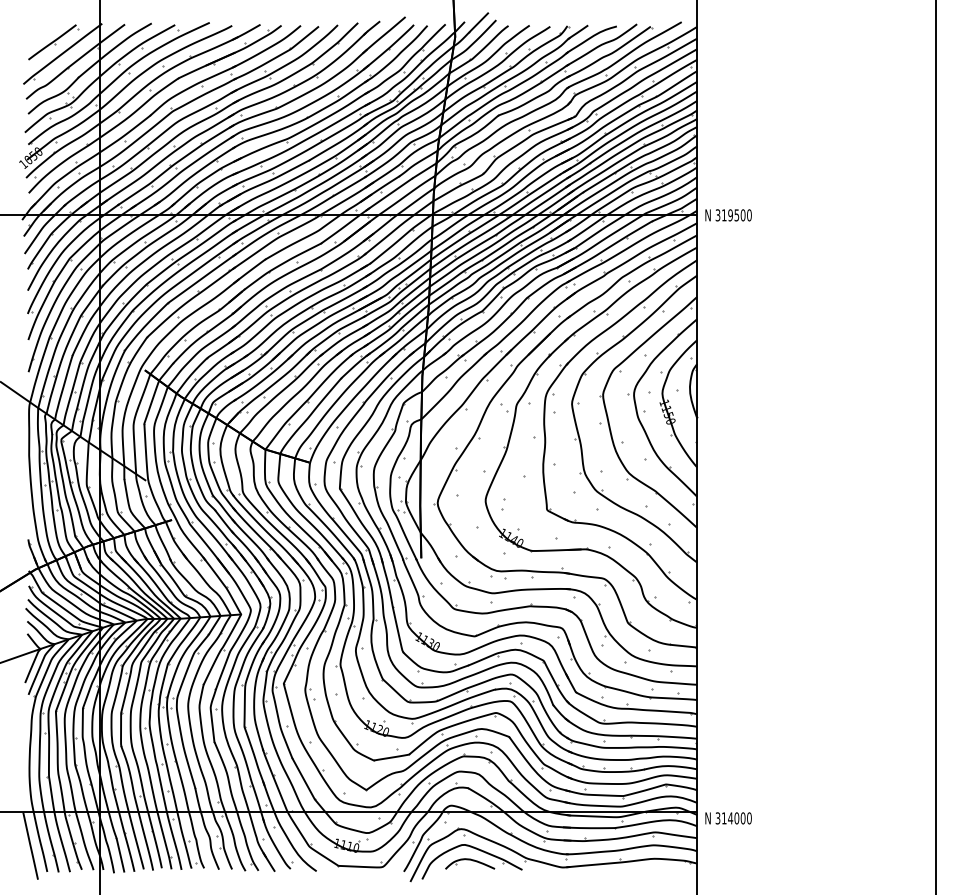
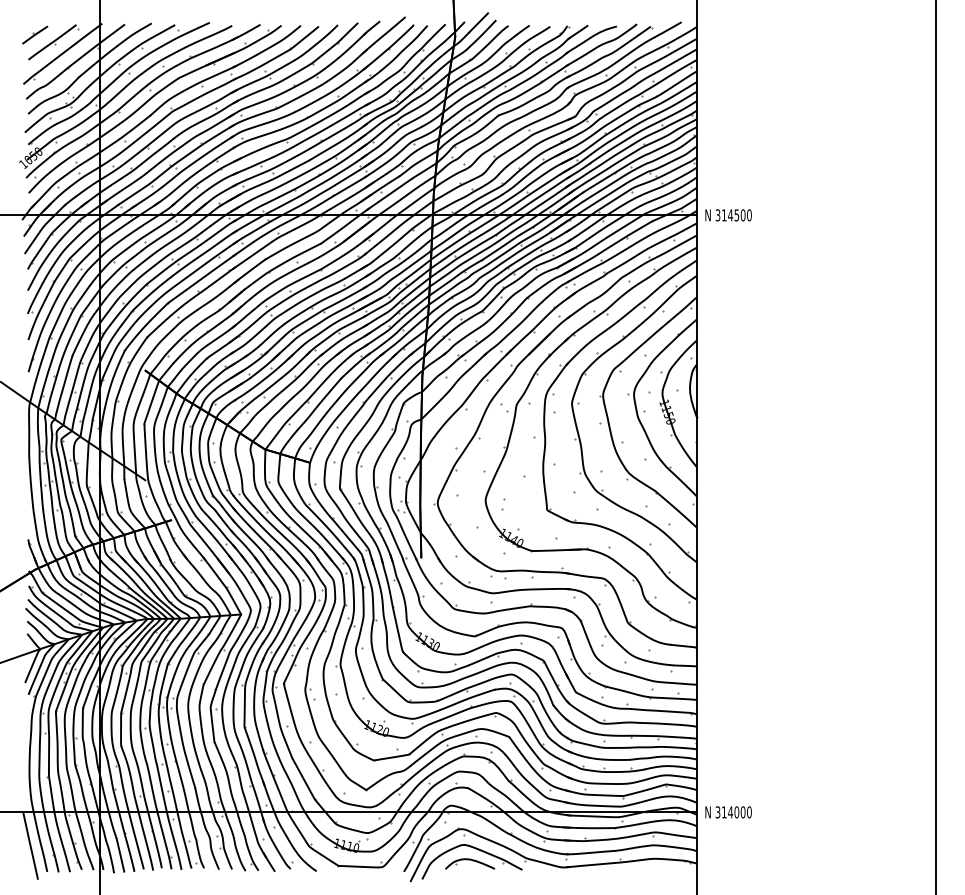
part at (35, 34): none -> present
text at (730, 215): 319500 -> 314500
text at (728, 818) position: (728, 818) -> (728, 812)
